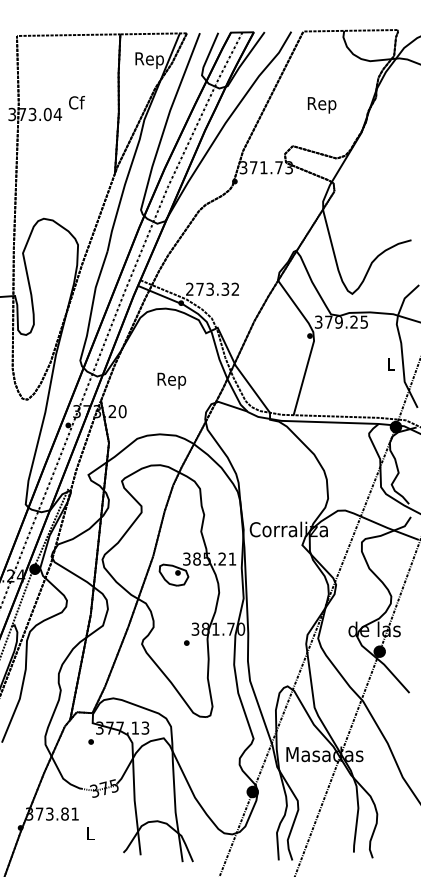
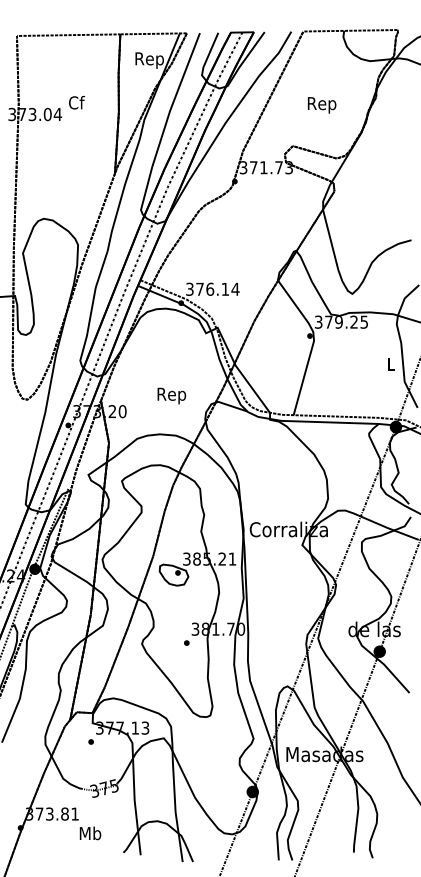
text at (212, 288): 273.32 -> 376.14
text at (171, 380) position: (171, 380) -> (171, 395)
text at (90, 833): L -> Mb
